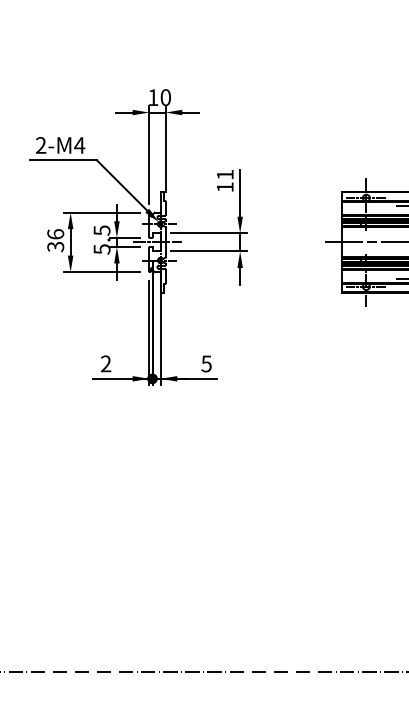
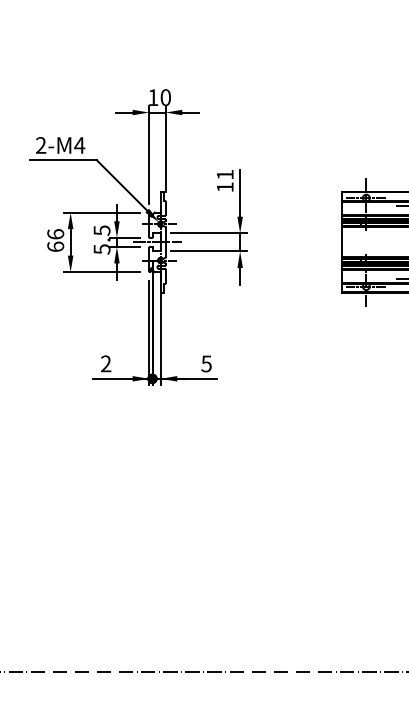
line at (365, 242): present -> none
text at (55, 246): 36 -> 66
